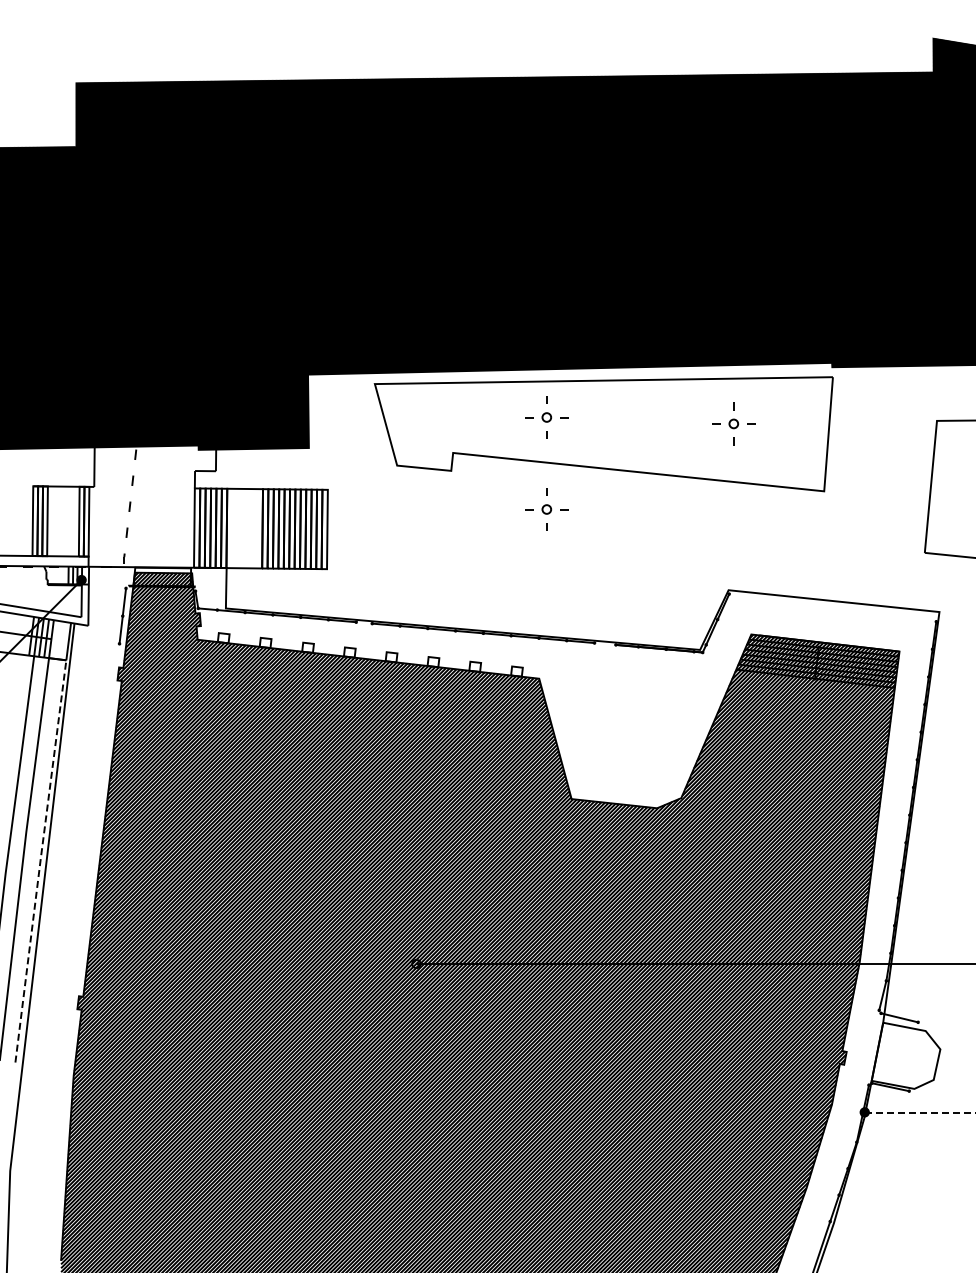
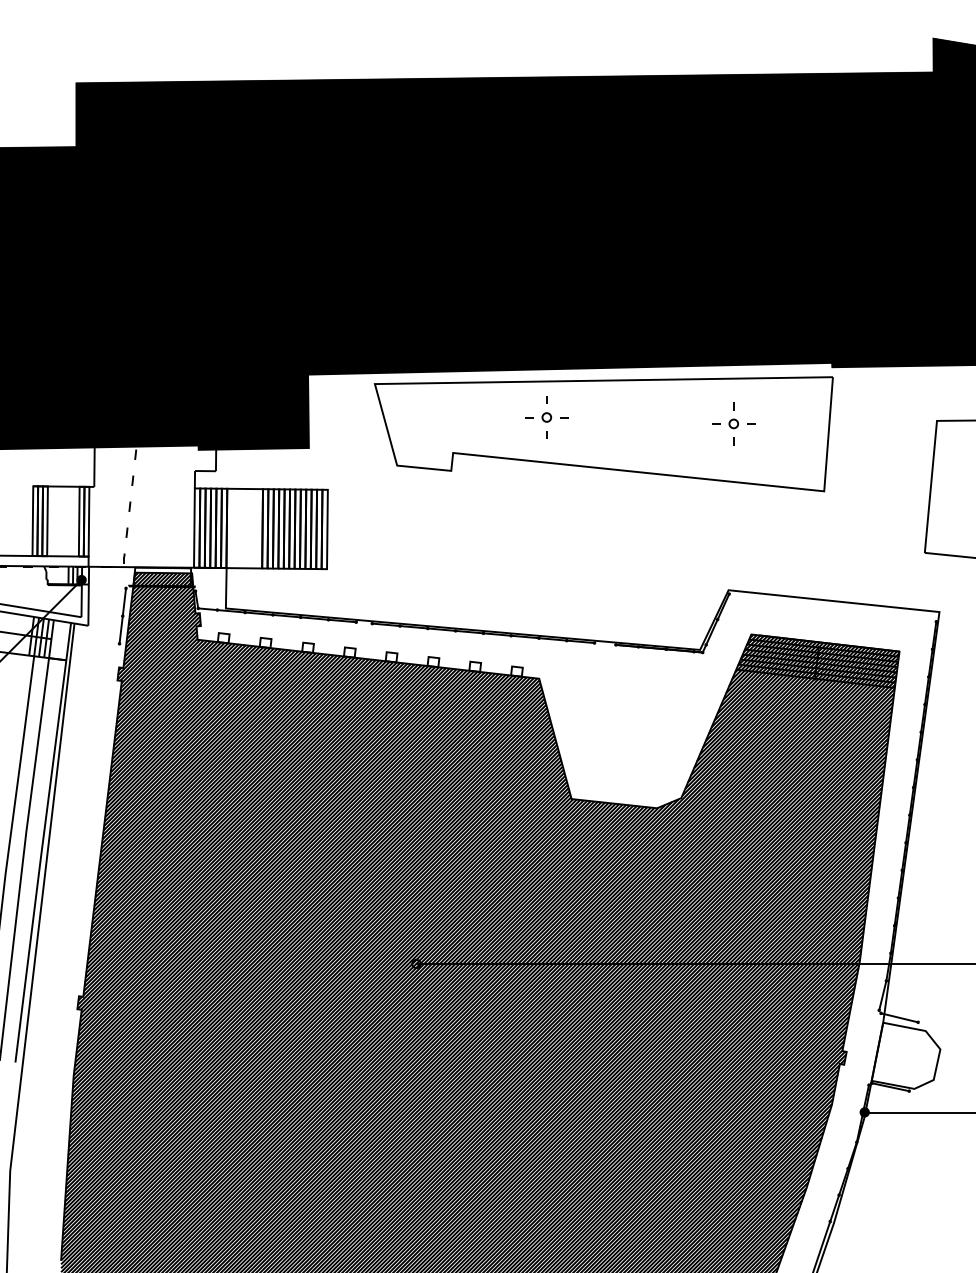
part at (546, 509): present -> none
line at (40, 860): dashed -> solid
line at (919, 1112): dashed -> solid
